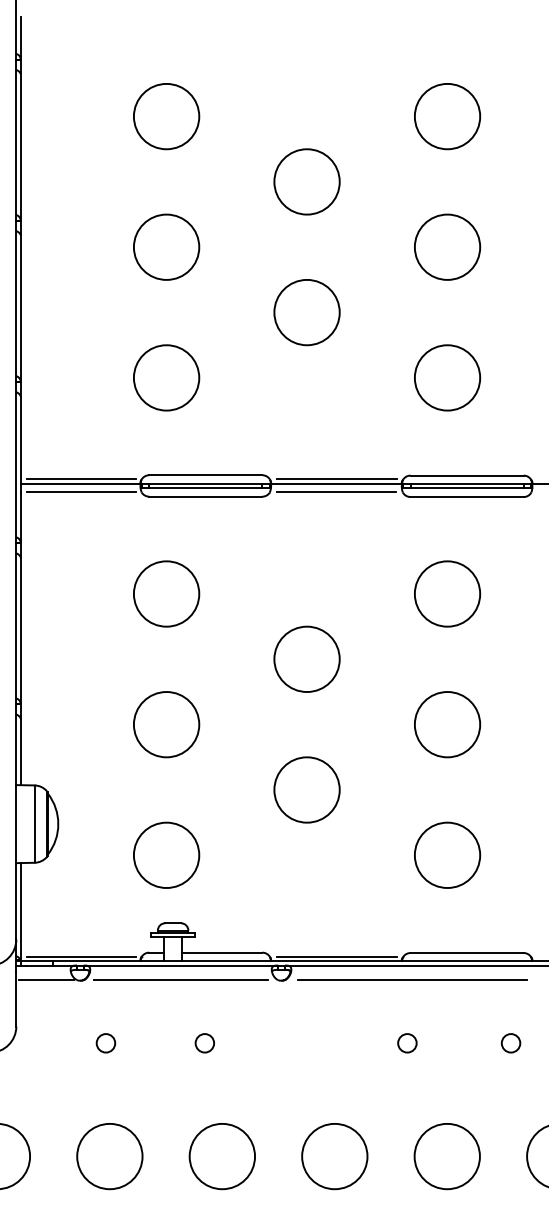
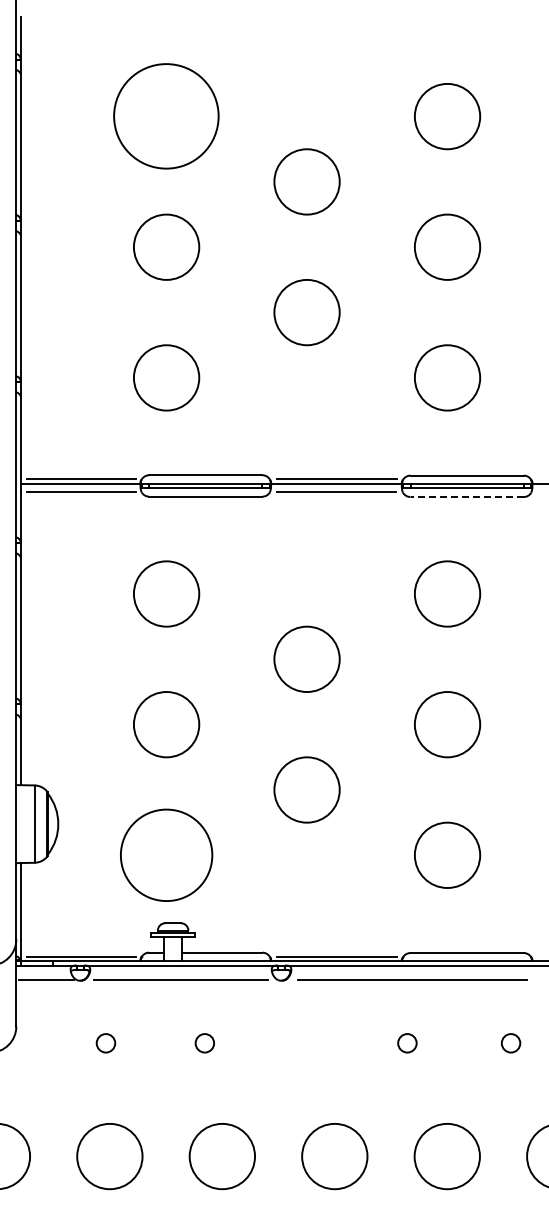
circle at (166, 116) size: 68x68 px -> 107x107 px
line at (467, 497): solid -> dashed
circle at (166, 855) diameter: 65 px -> 91 px
